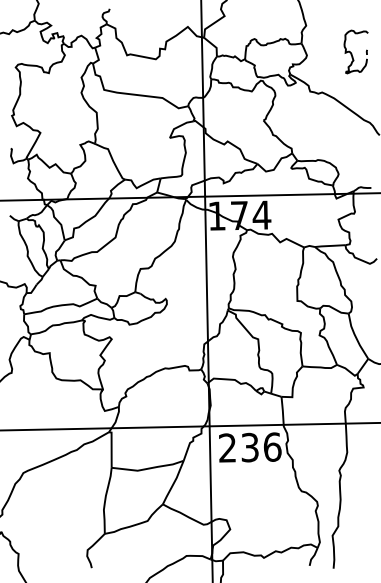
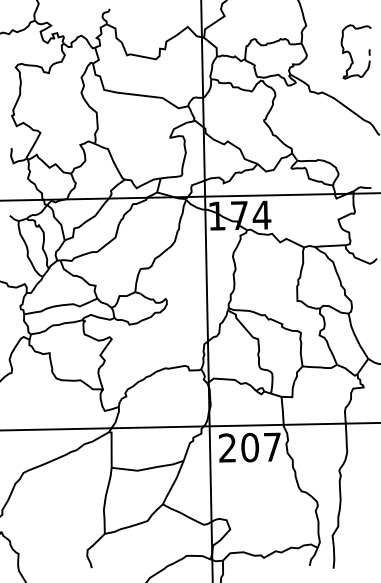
part at (355, 51) size: 26x46 px -> 32x56 px
text at (261, 447): 236 -> 207
